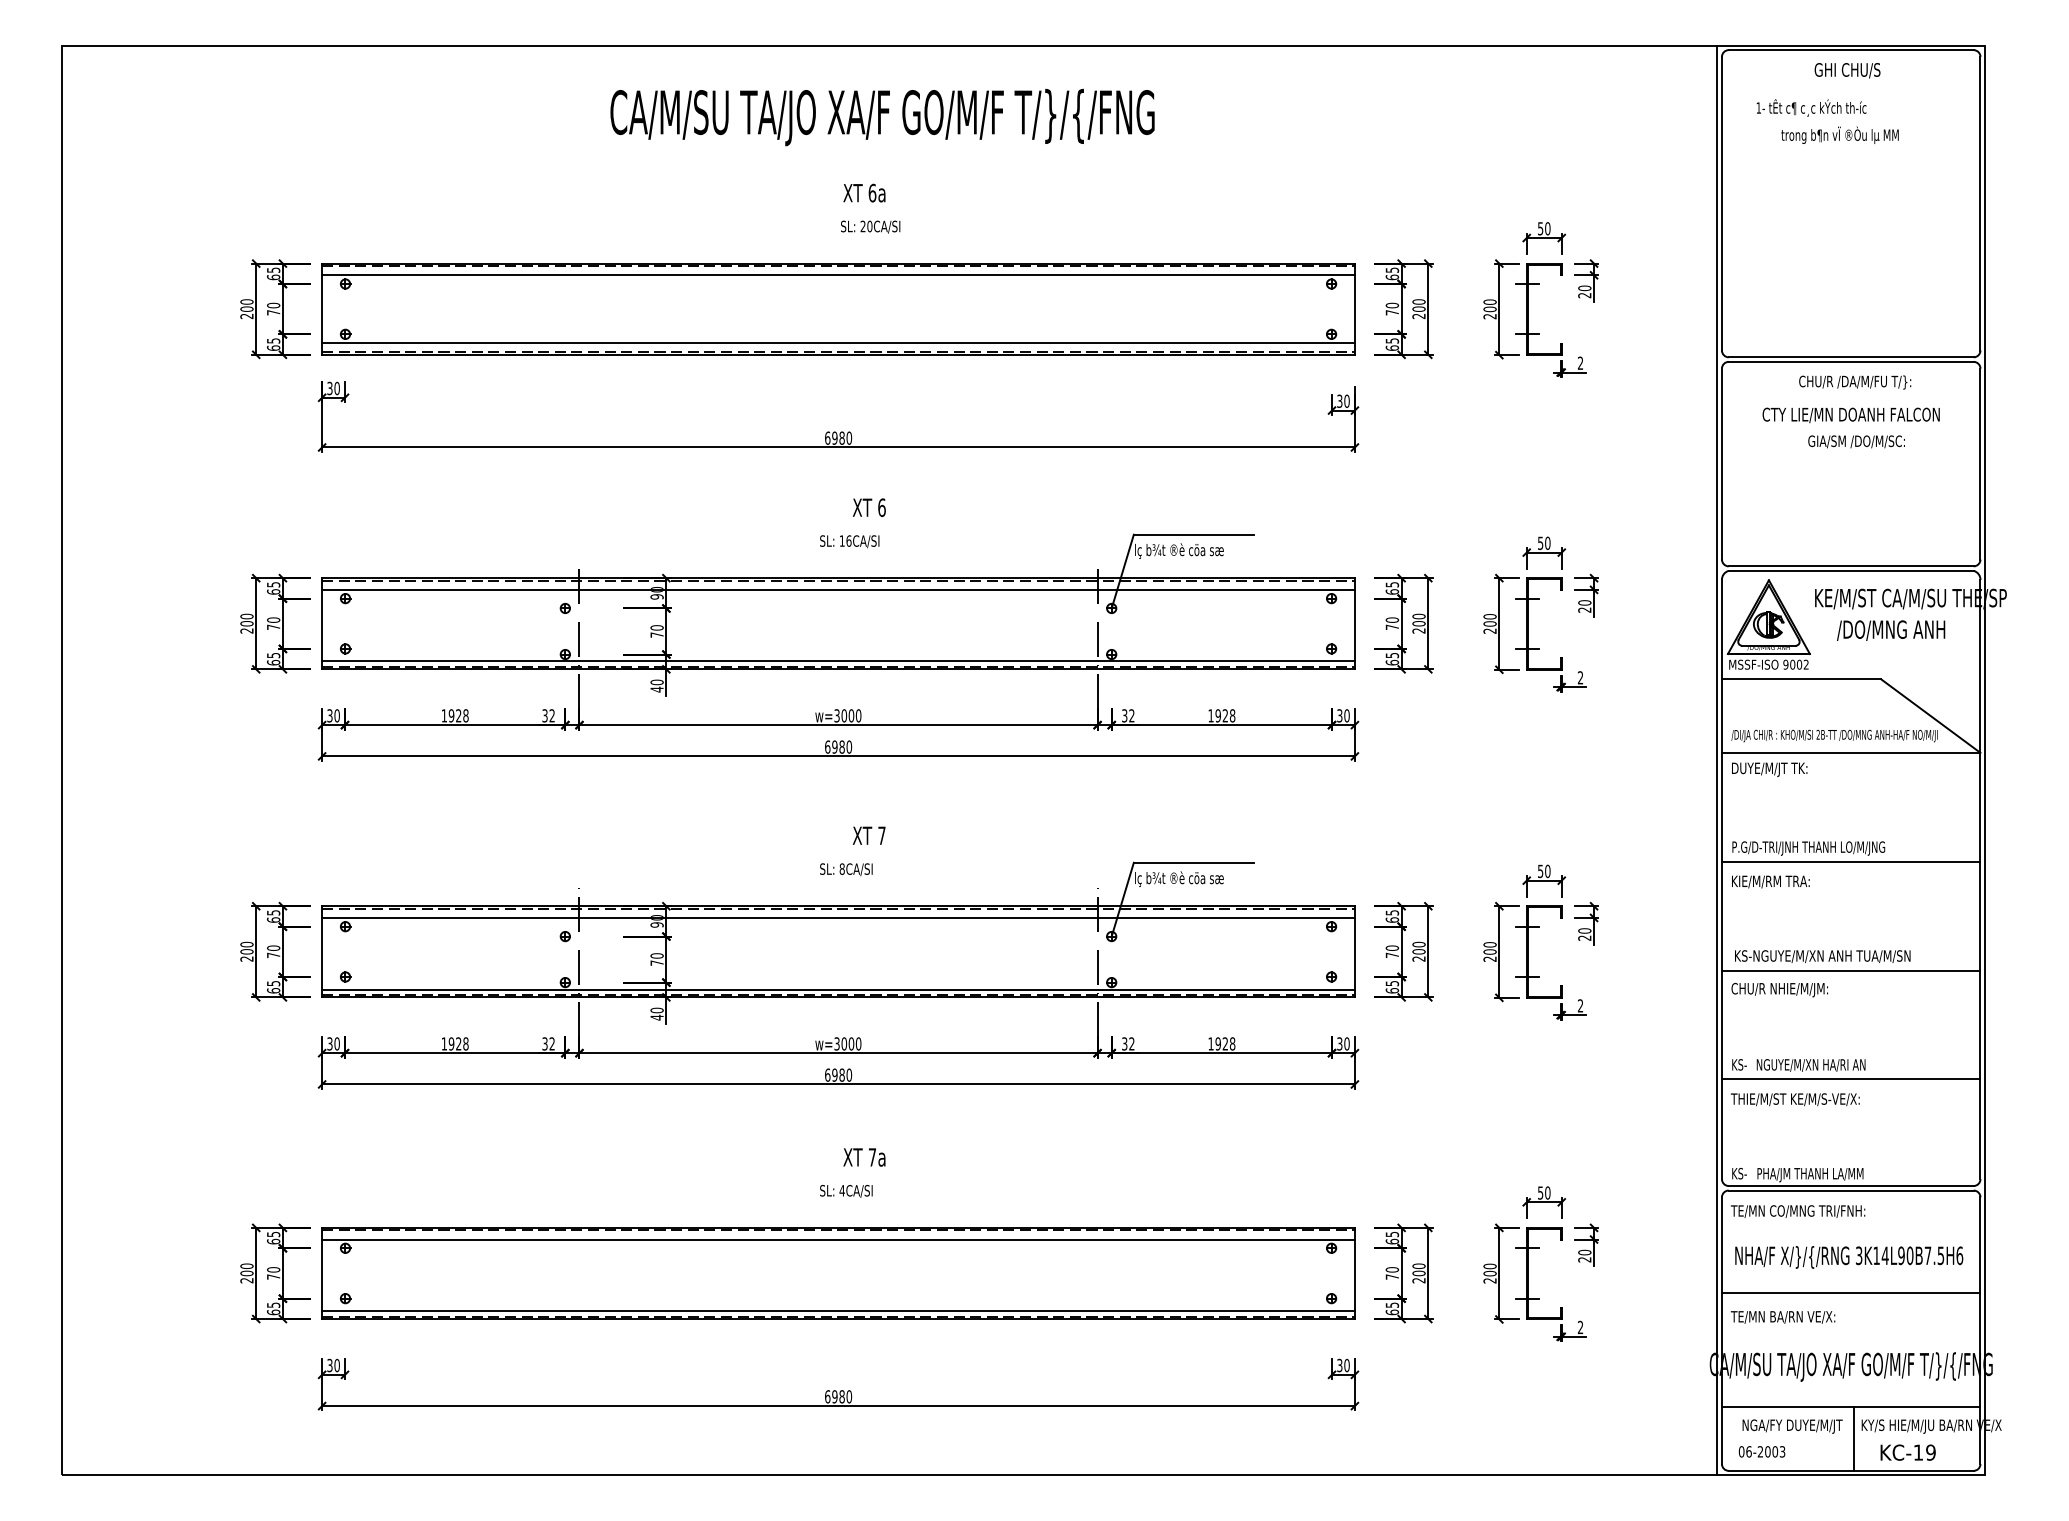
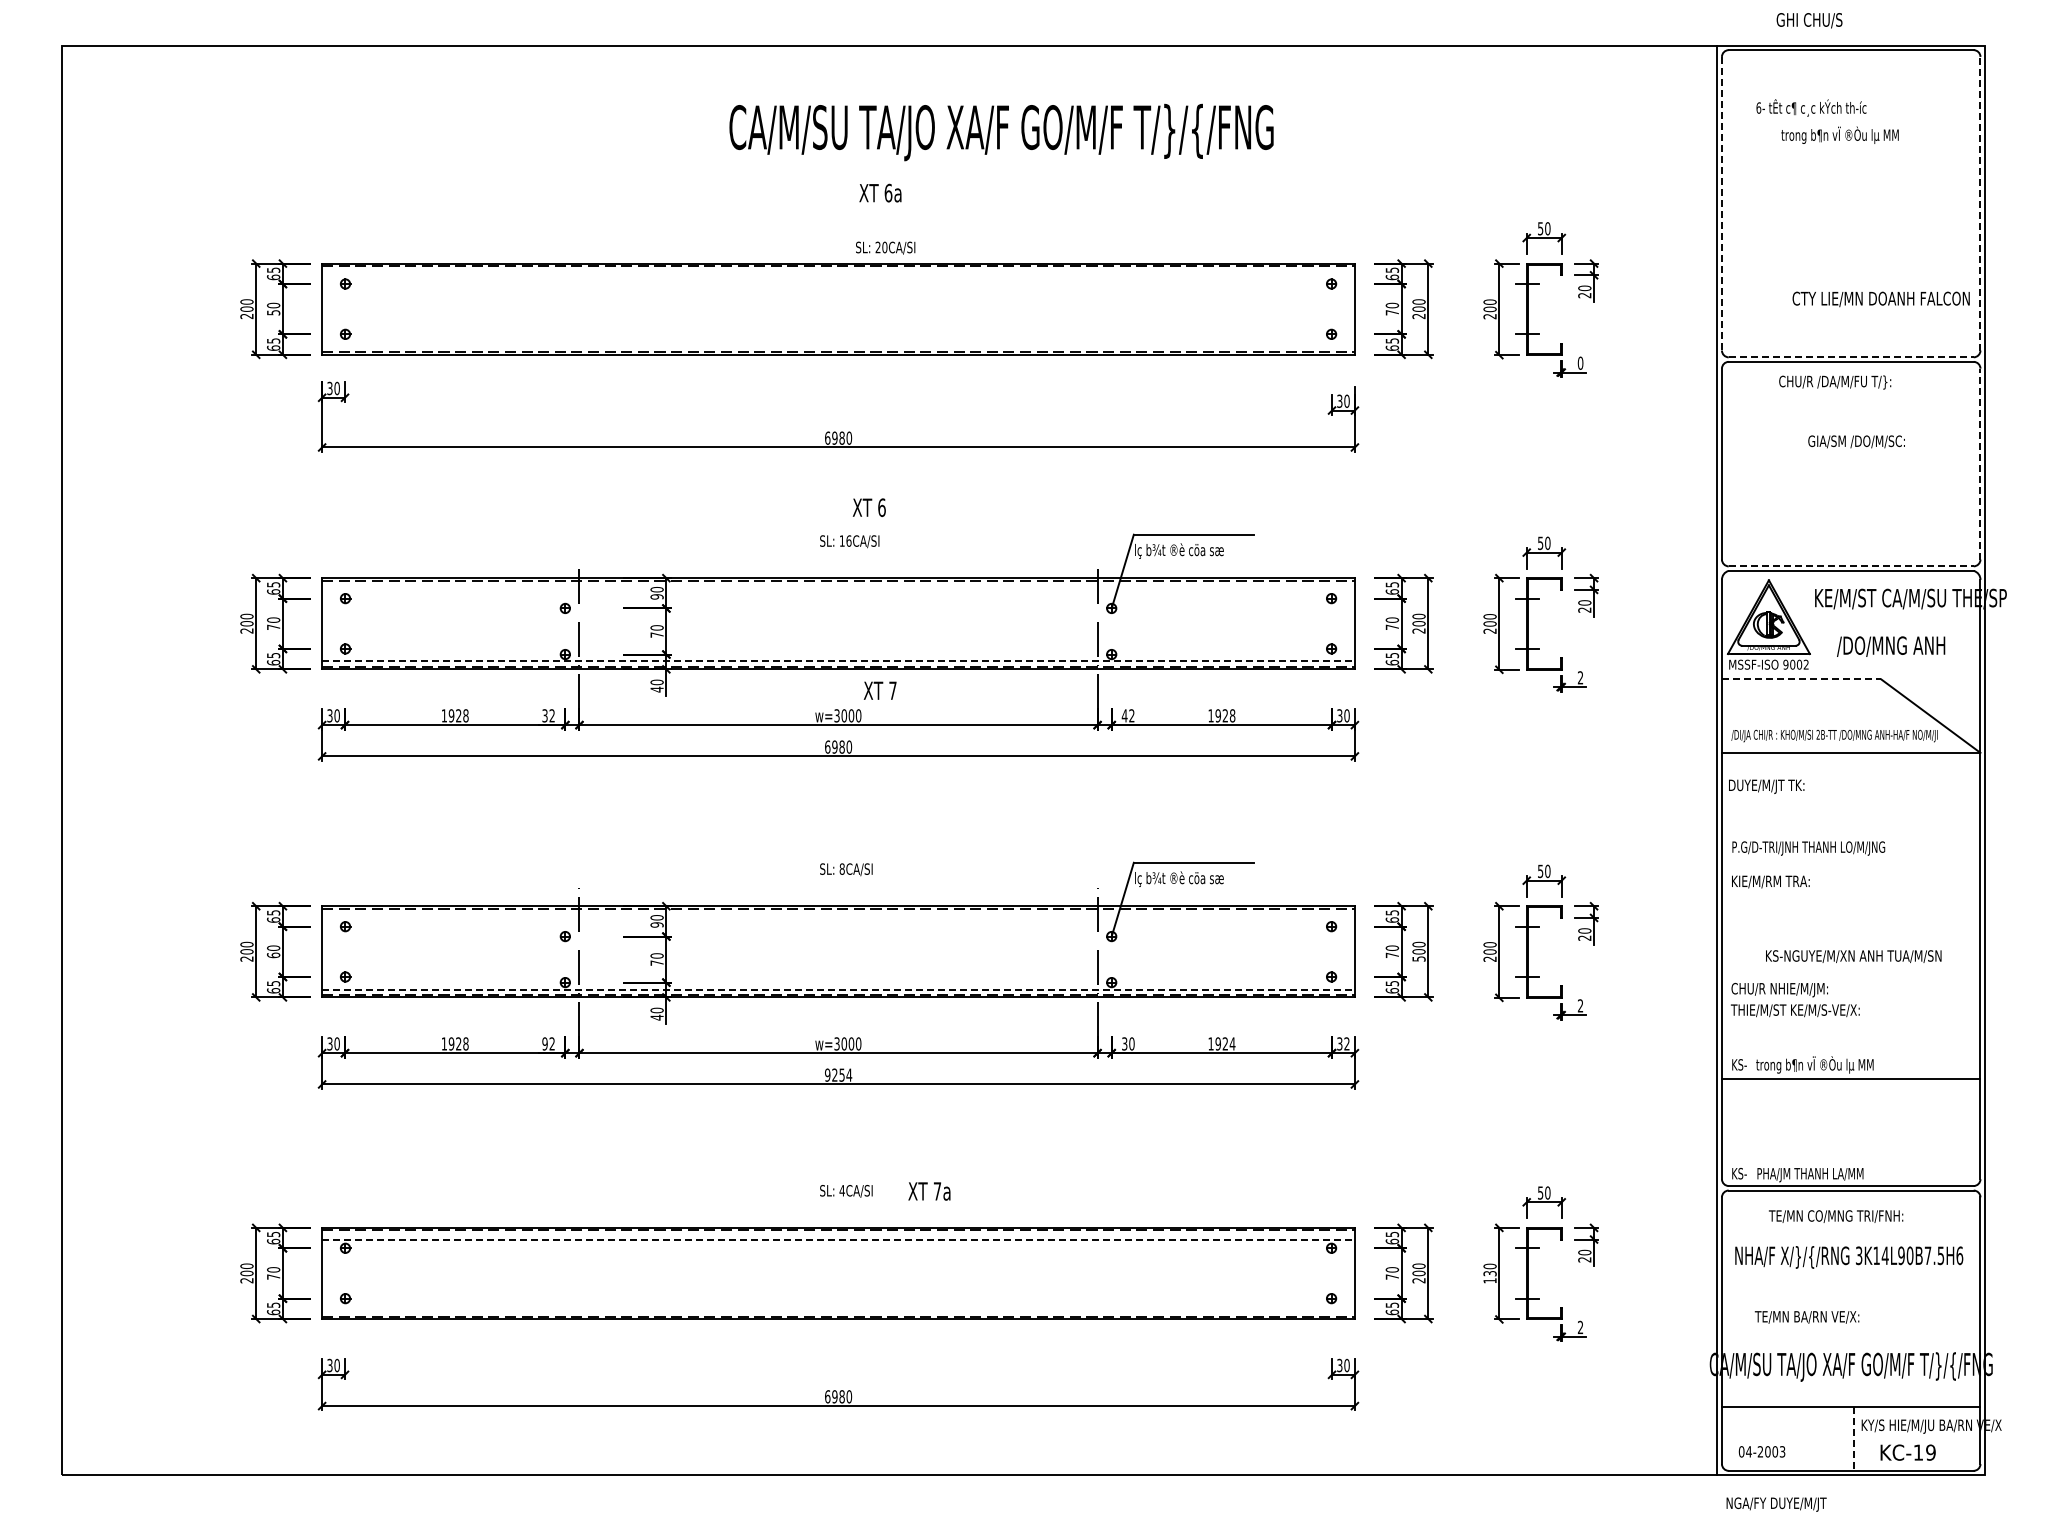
text at (1847, 70) position: (1847, 70) -> (1809, 20)
text at (1758, 107): 1- -> 6-
text at (882, 117) position: (882, 117) -> (1001, 132)
text at (864, 192) position: (864, 192) -> (880, 192)
line at (1721, 203): solid -> dashed
line at (1980, 203): solid -> dashed
text at (870, 226) position: (870, 226) -> (885, 247)
line at (838, 275): present -> none
text at (273, 312): 70 -> 50
line at (838, 343): present -> none
line at (1851, 357): solid -> dashed
text at (1580, 362): 2 -> 0
text at (1855, 382) position: (1855, 382) -> (1835, 382)
text at (1850, 415) position: (1850, 415) -> (1880, 299)
line at (1980, 463): solid -> dashed
line at (1851, 566): solid -> dashed
line at (838, 589): present -> none
text at (1891, 630) position: (1891, 630) -> (1891, 646)
line at (839, 661): solid -> dashed
line at (1801, 679): solid -> dashed
text at (1124, 715): 32 -> 42
text at (1769, 769) position: (1769, 769) -> (1766, 786)
text at (868, 835) position: (868, 835) -> (879, 690)
line at (1850, 861): present -> none
line at (838, 917): present -> none
text at (273, 955): 70 -> 60
text at (1822, 956) position: (1822, 956) -> (1853, 956)
text at (1418, 958): 200 -> 500
line at (1850, 970): present -> none
line at (839, 989): solid -> dashed
text at (544, 1043): 32 -> 92
text at (1131, 1043): 32 -> 30
text at (1232, 1043): 1928 -> 1924
text at (1346, 1043): 30 -> 32
text at (1814, 1064): NGUYE/M/XN HA/RI AN -> trong b¶n vÏ ®Òu lµ MM
text at (838, 1074): 6980 -> 9254
text at (1795, 1099) position: (1795, 1099) -> (1795, 1010)
text at (864, 1157) position: (864, 1157) -> (929, 1191)
text at (1798, 1211) position: (1798, 1211) -> (1836, 1216)
line at (839, 1239): solid -> dashed
text at (1489, 1276): 200 -> 130
line at (1850, 1292): present -> none
line at (838, 1311): present -> none
text at (1782, 1317) position: (1782, 1317) -> (1806, 1317)
text at (1792, 1426) position: (1792, 1426) -> (1776, 1504)
line at (1853, 1438): solid -> dashed
text at (1748, 1451): 06-2003 -> 04-2003
